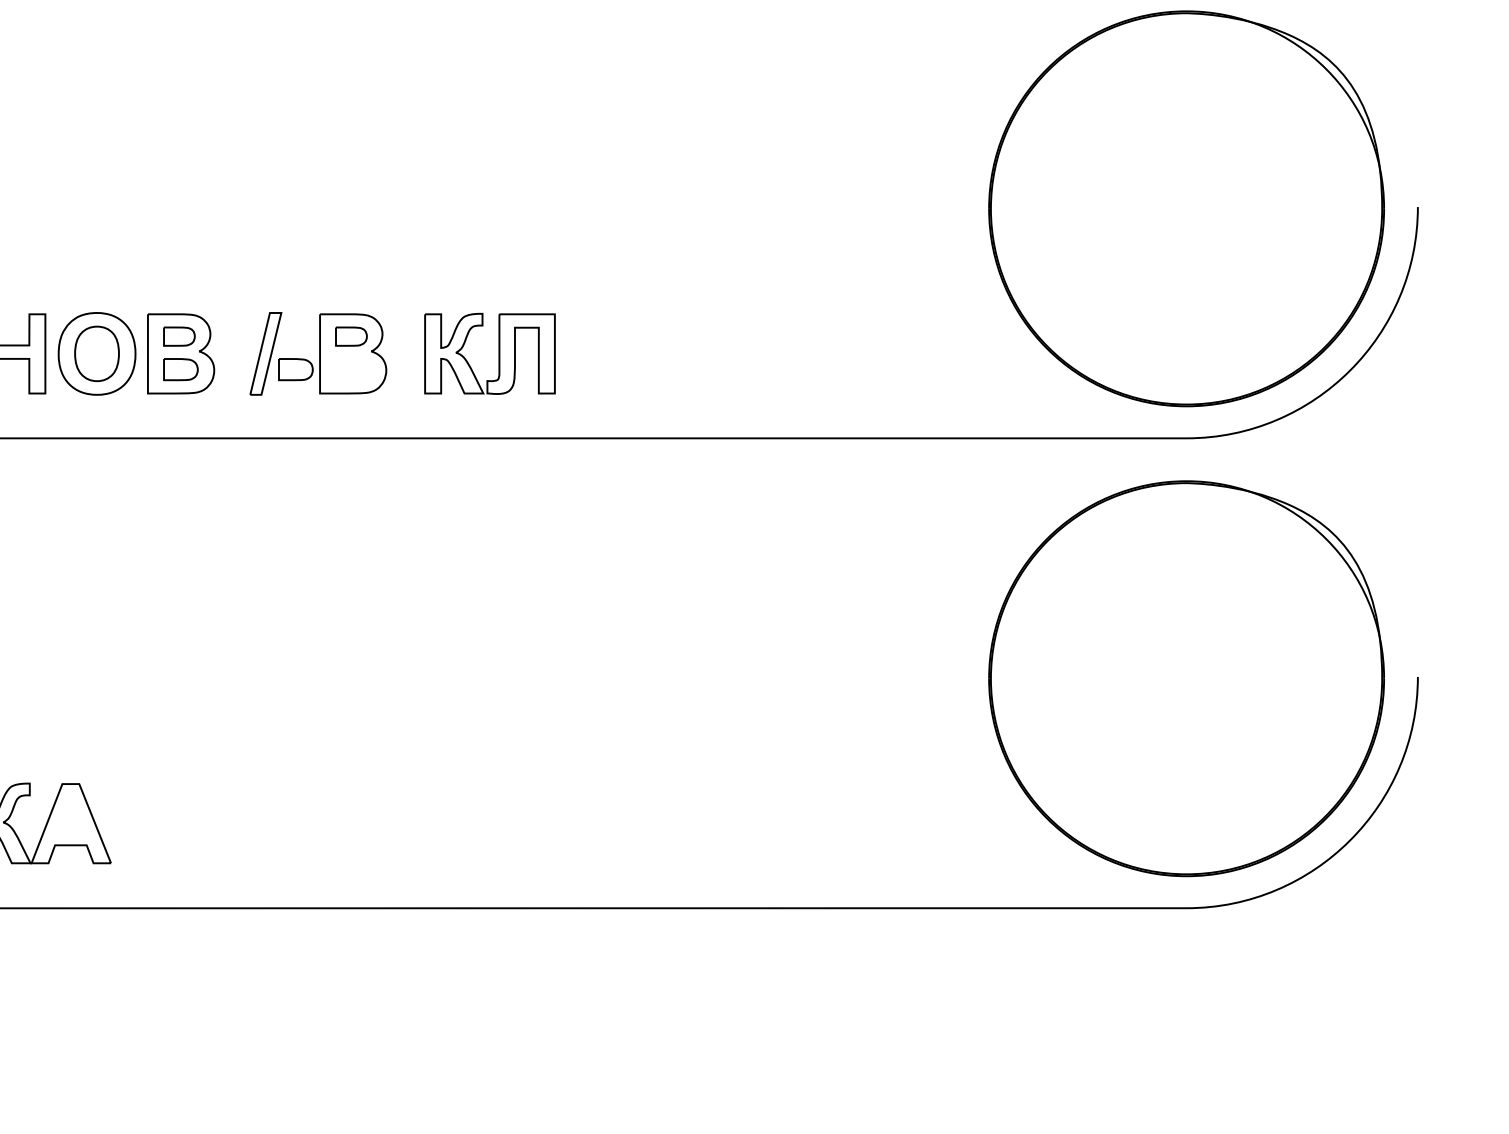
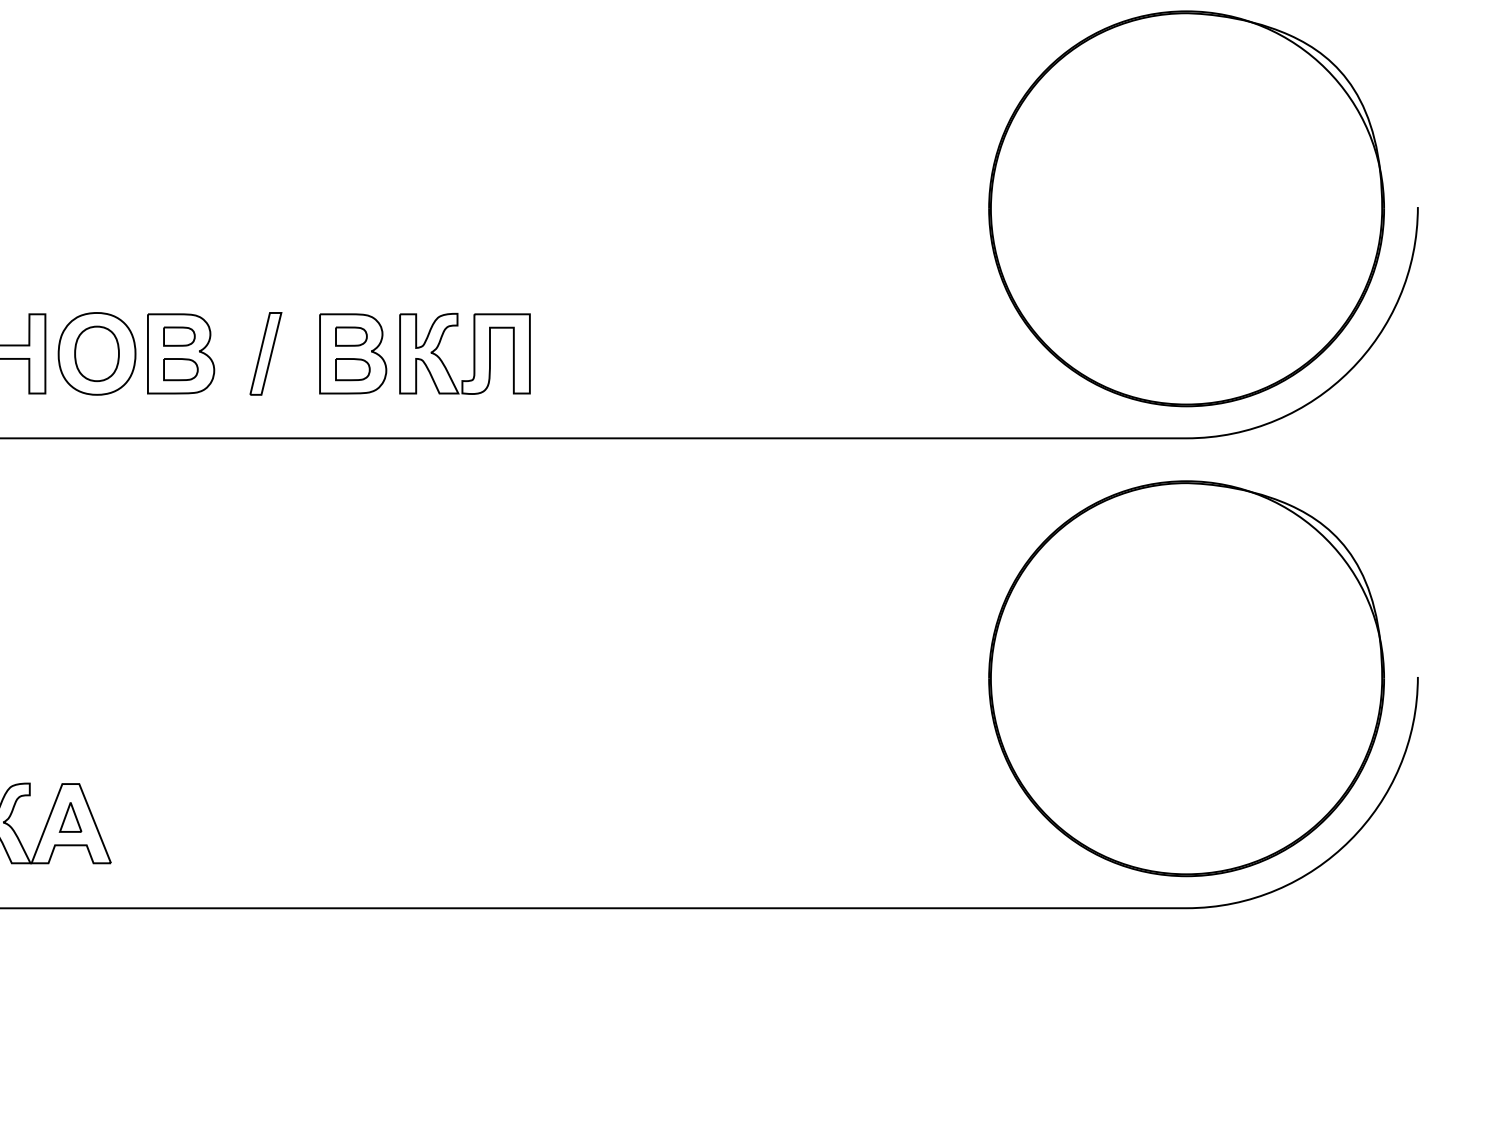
part at (498, 353) position: (498, 353) -> (473, 353)
part at (295, 369) position: (295, 369) -> (352, 369)
part at (70, 817): none -> present
